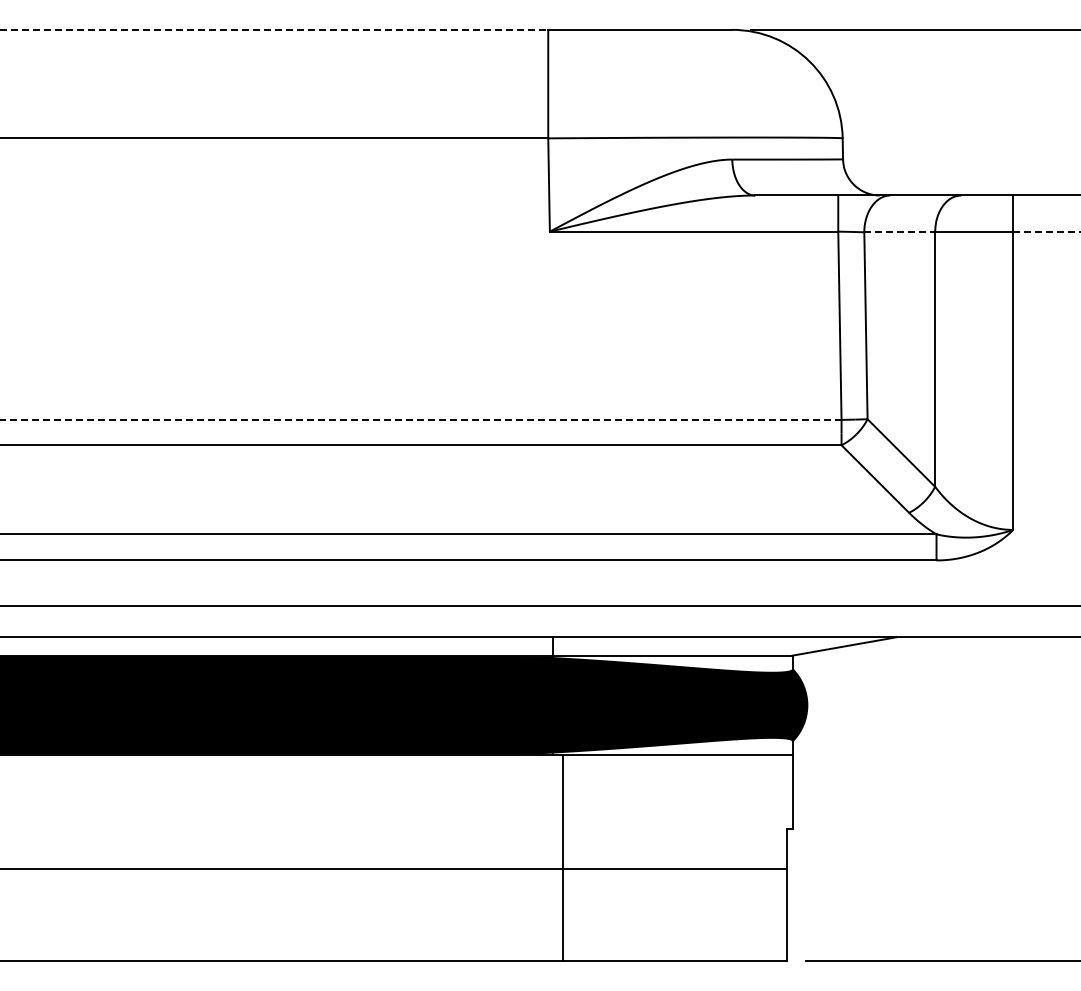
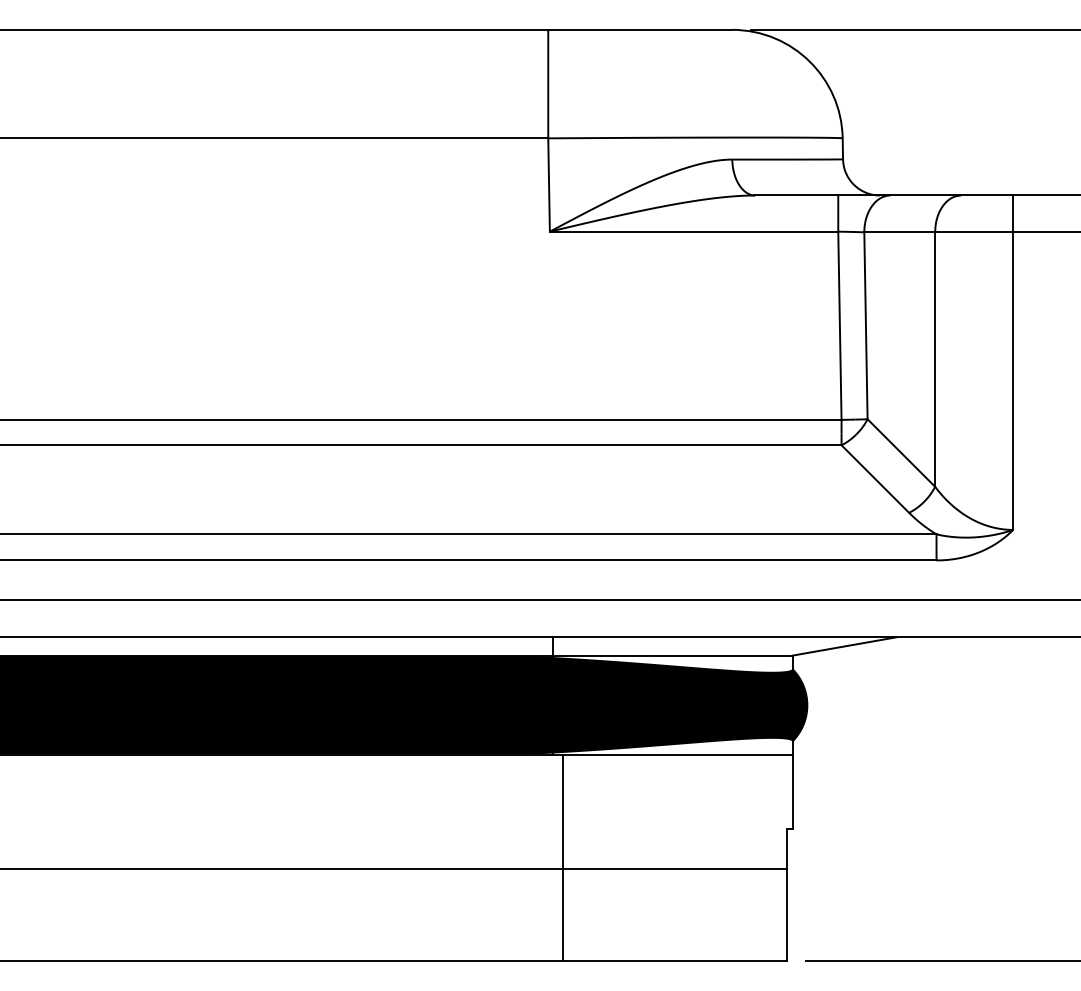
line at (274, 29): dashed -> solid
line at (900, 232): dashed -> solid
line at (1046, 232): dashed -> solid
line at (420, 419): dashed -> solid
line at (539, 606) position: (539, 606) -> (539, 600)
